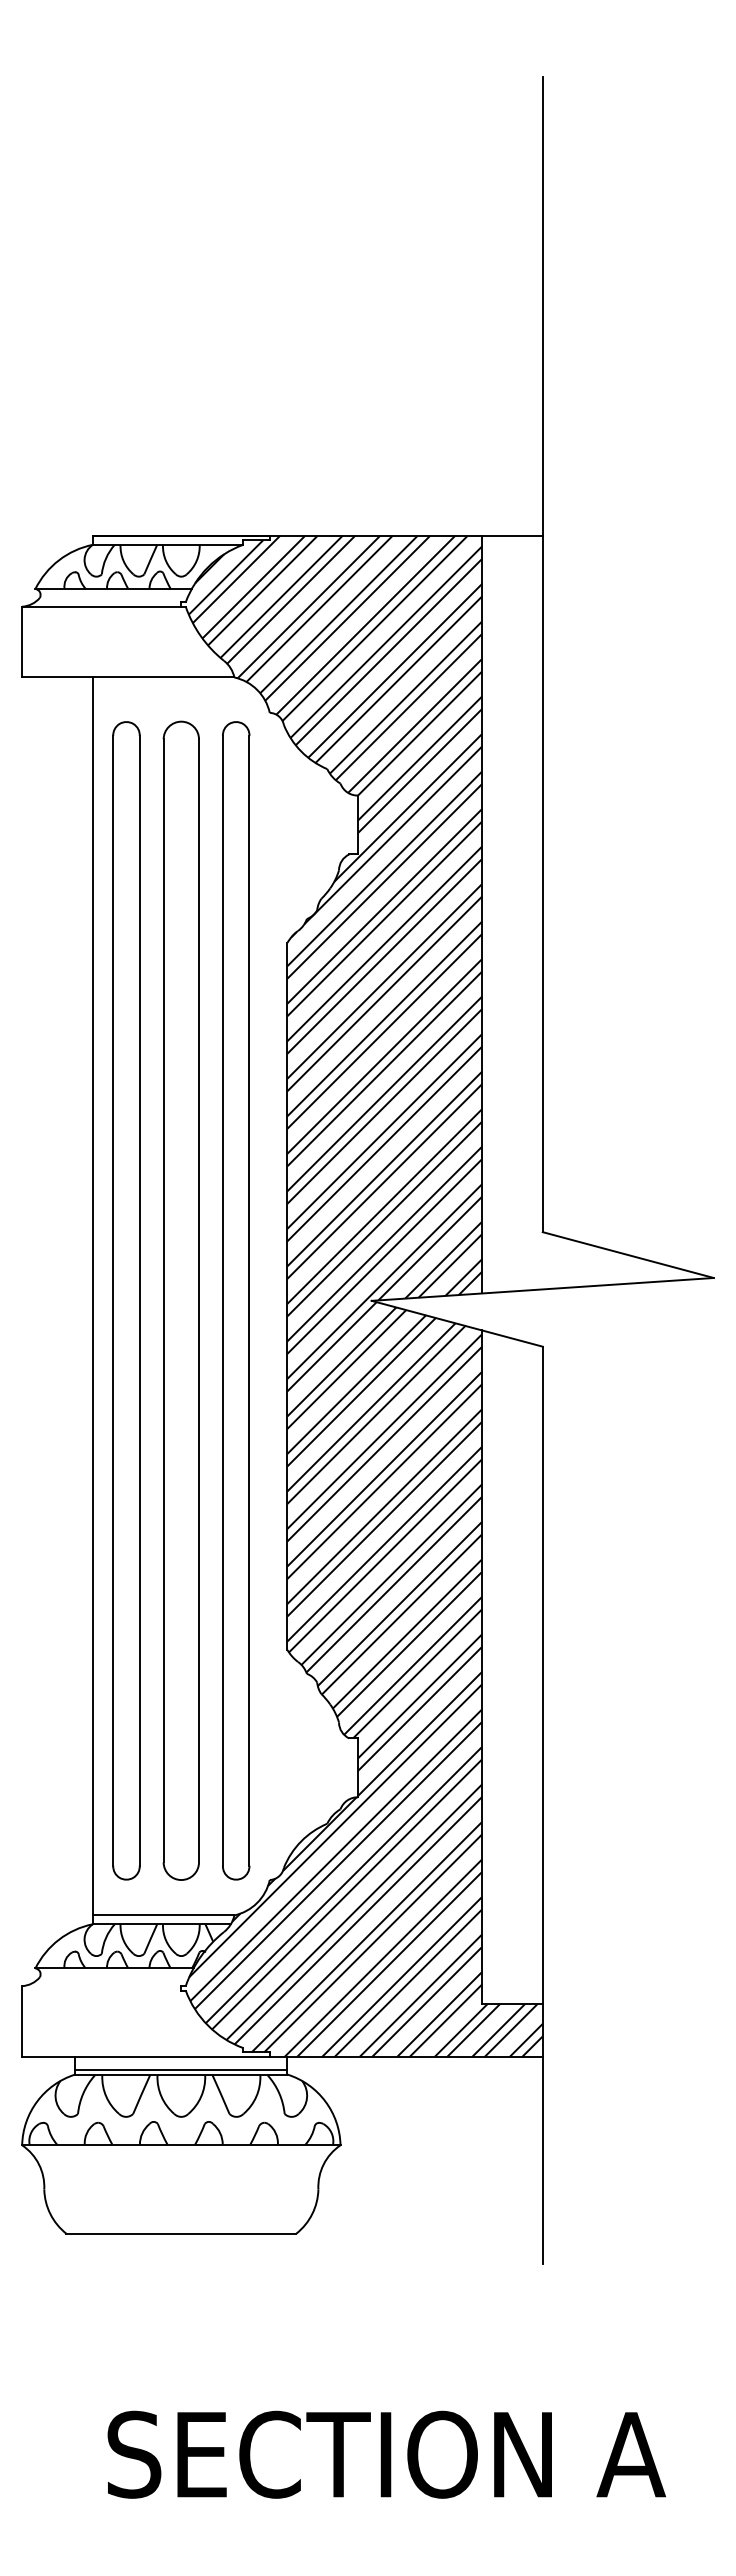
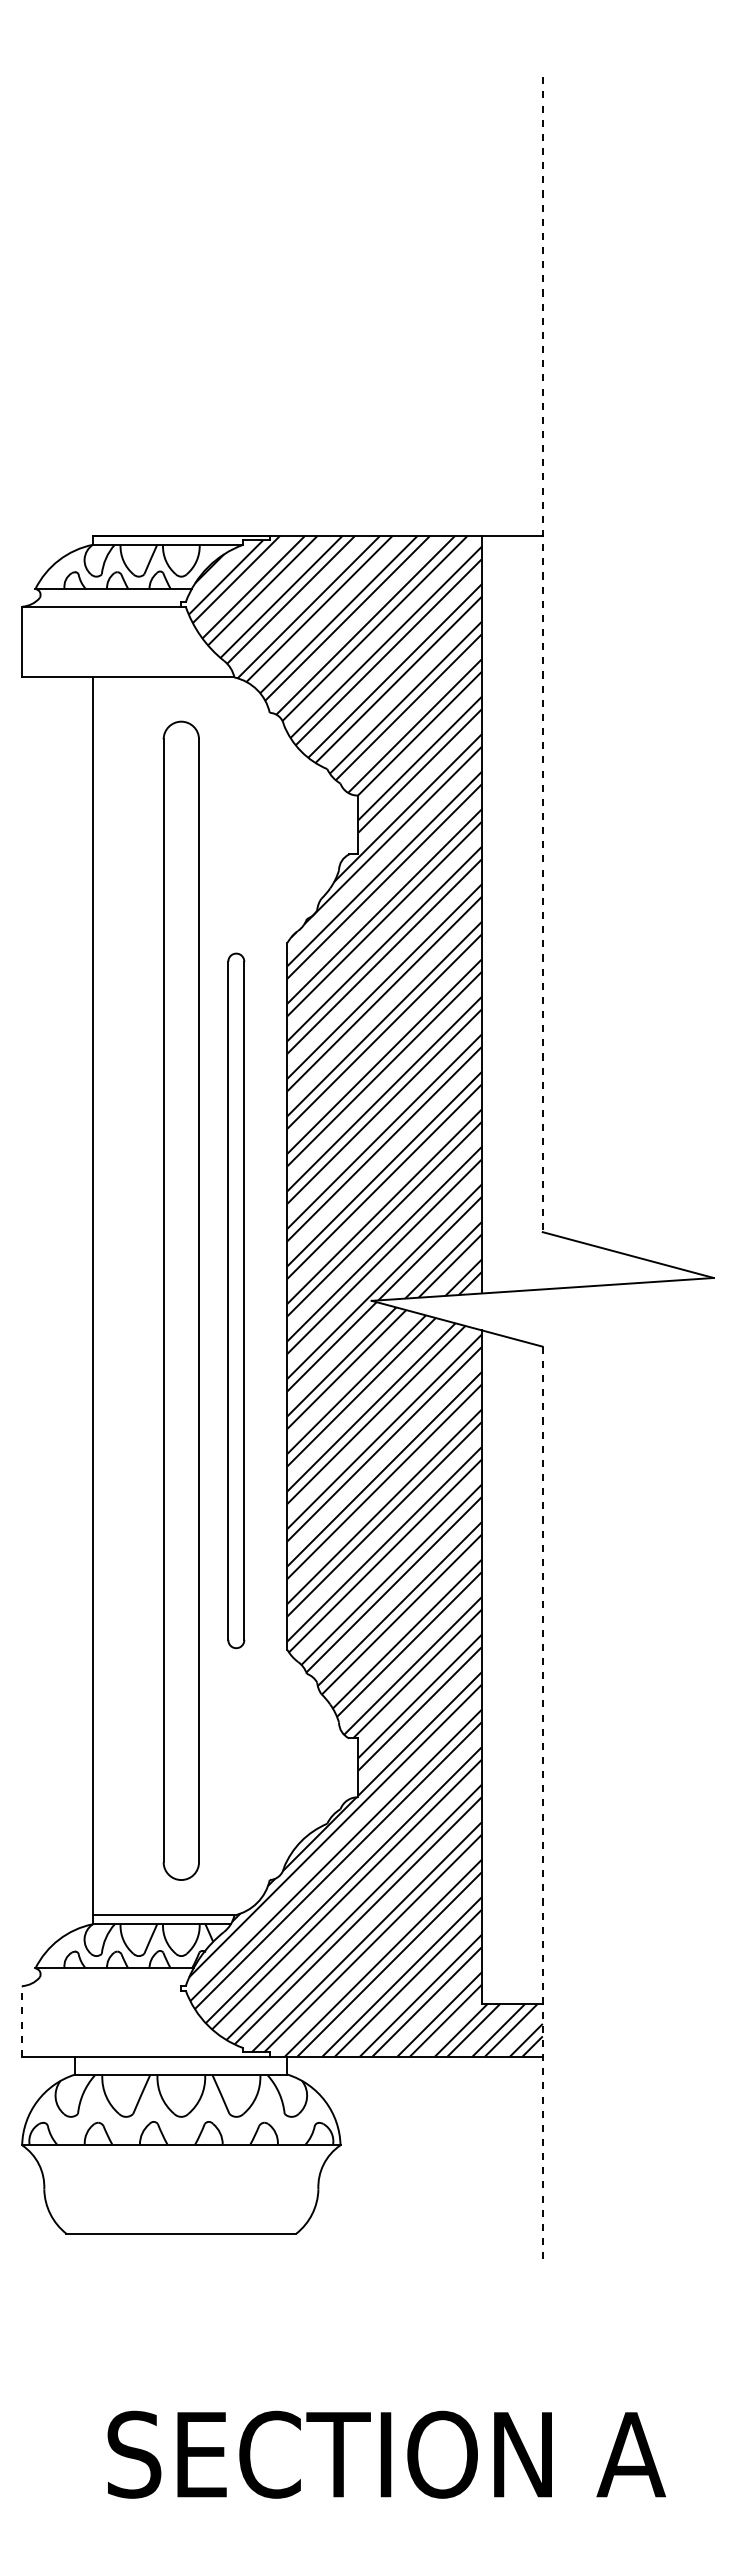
line at (542, 655): solid -> dashed
part at (126, 1300): present -> none
part at (236, 1300) size: 29x1160 px -> 19x698 px
line at (542, 1805): solid -> dashed
line at (22, 2021): solid -> dashed
line at (181, 2070): present -> none
